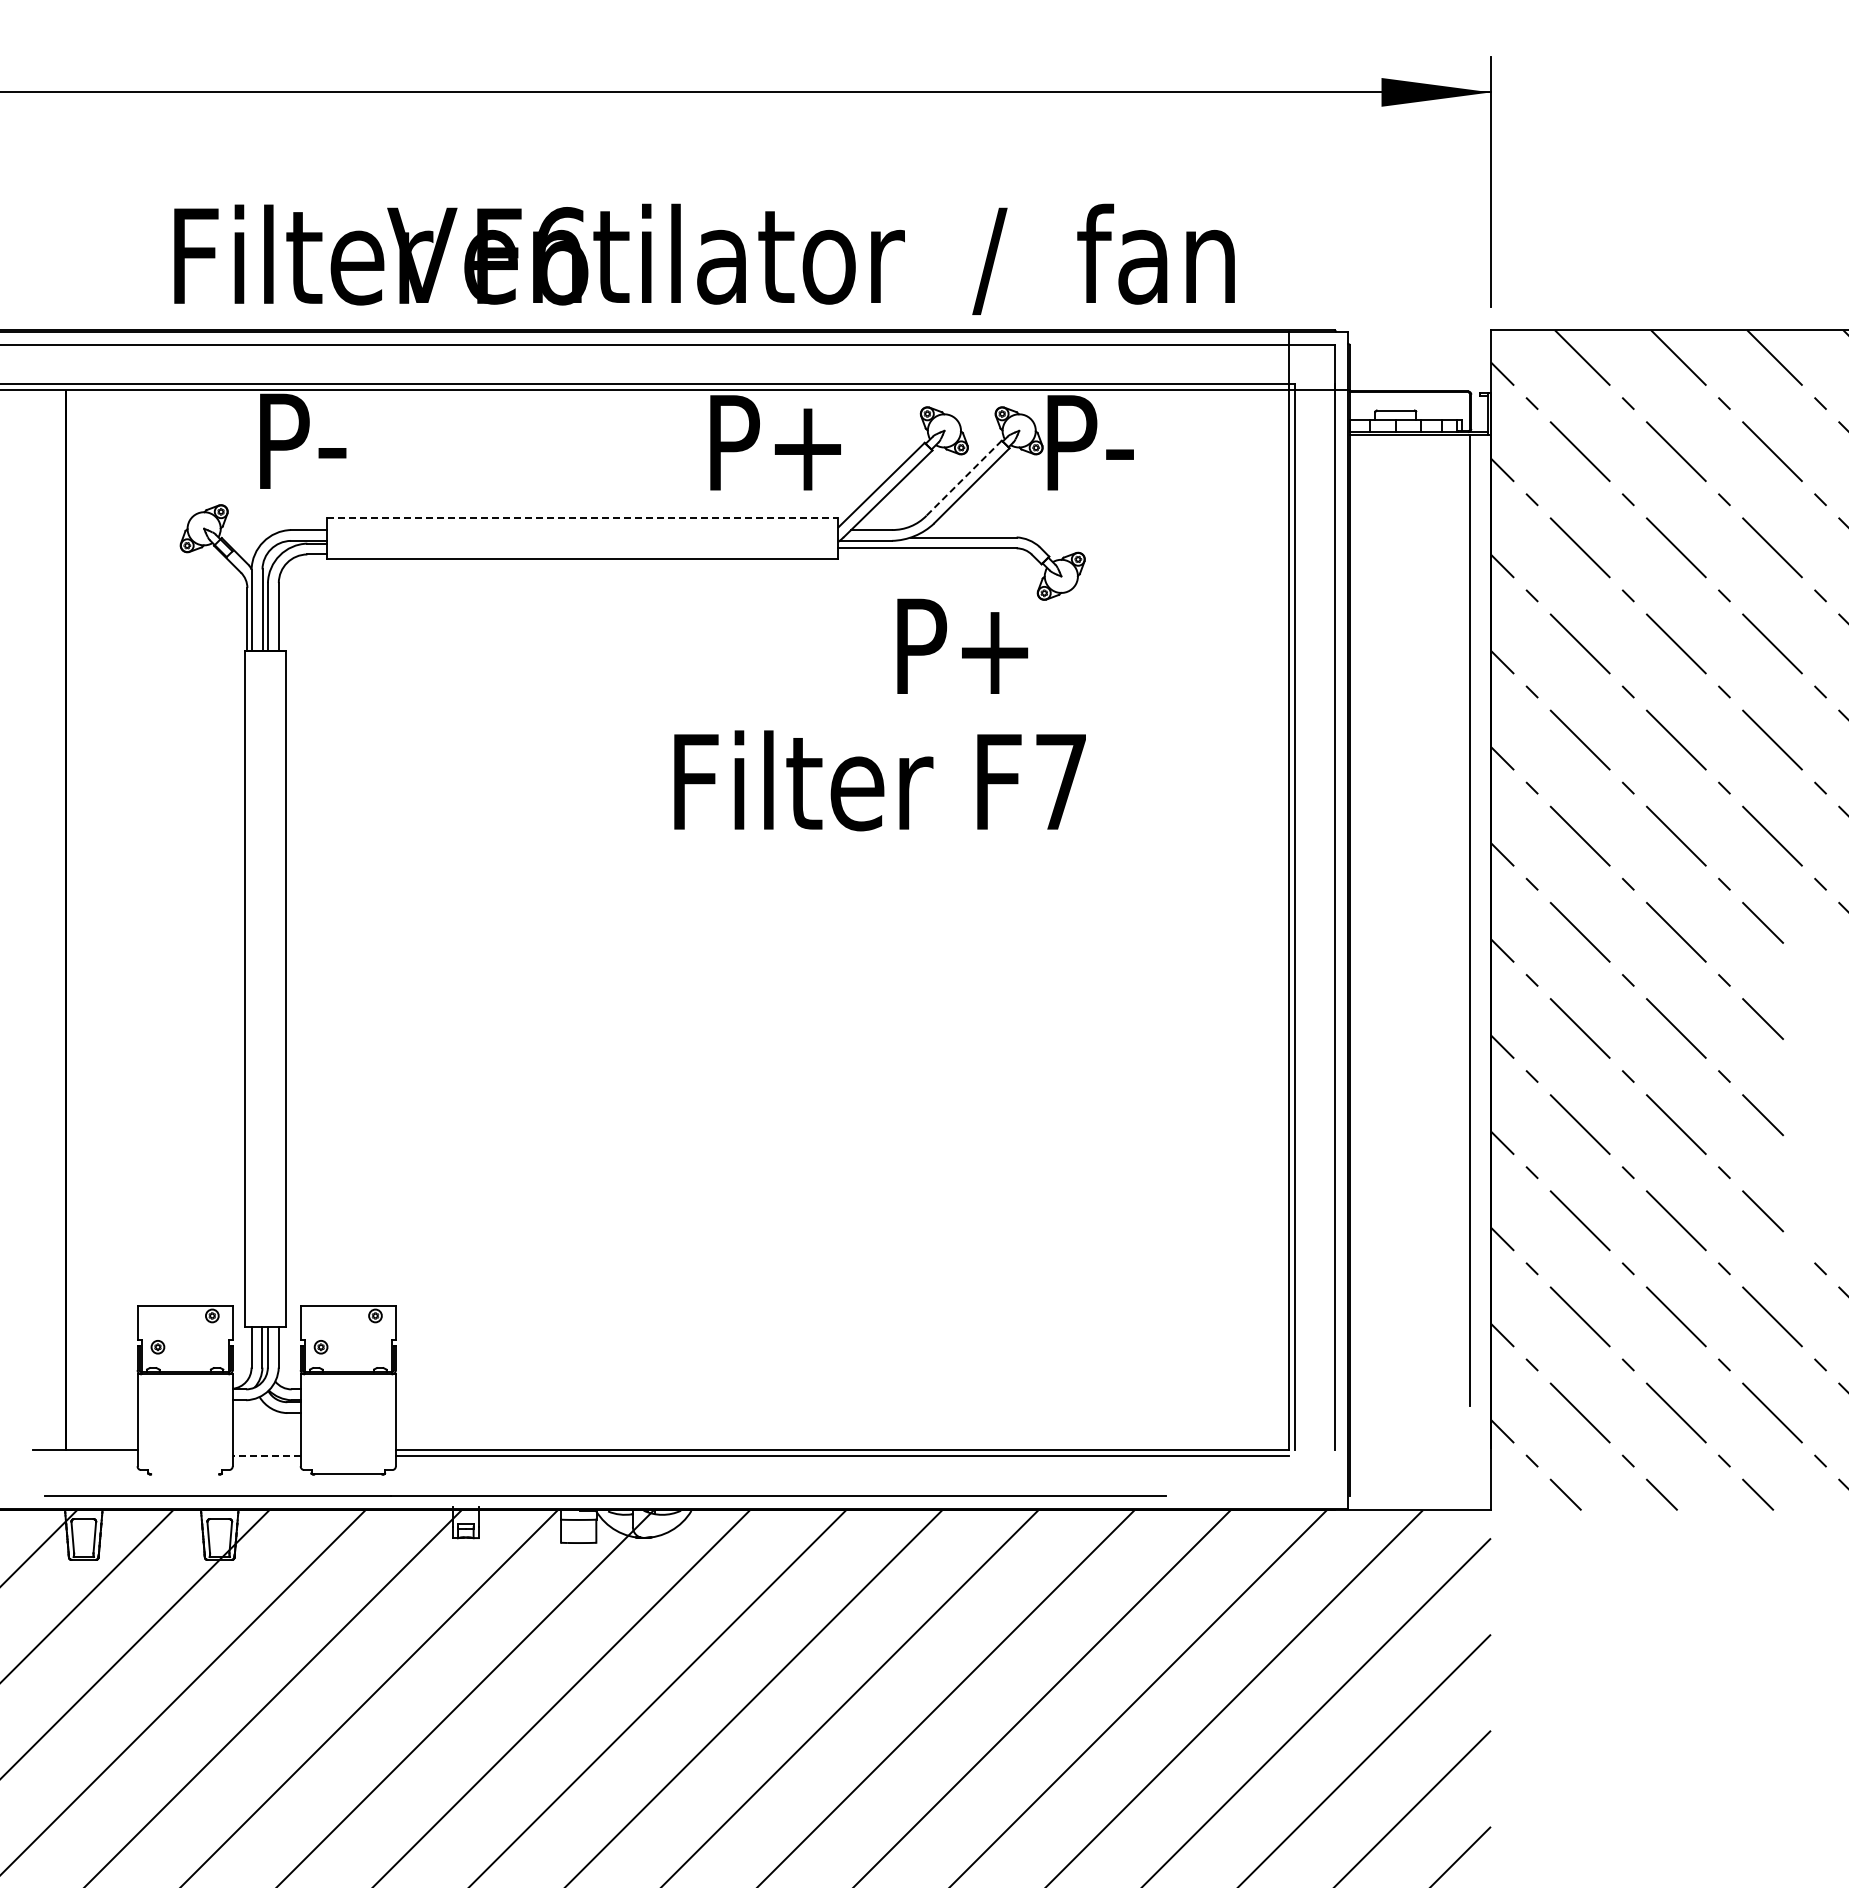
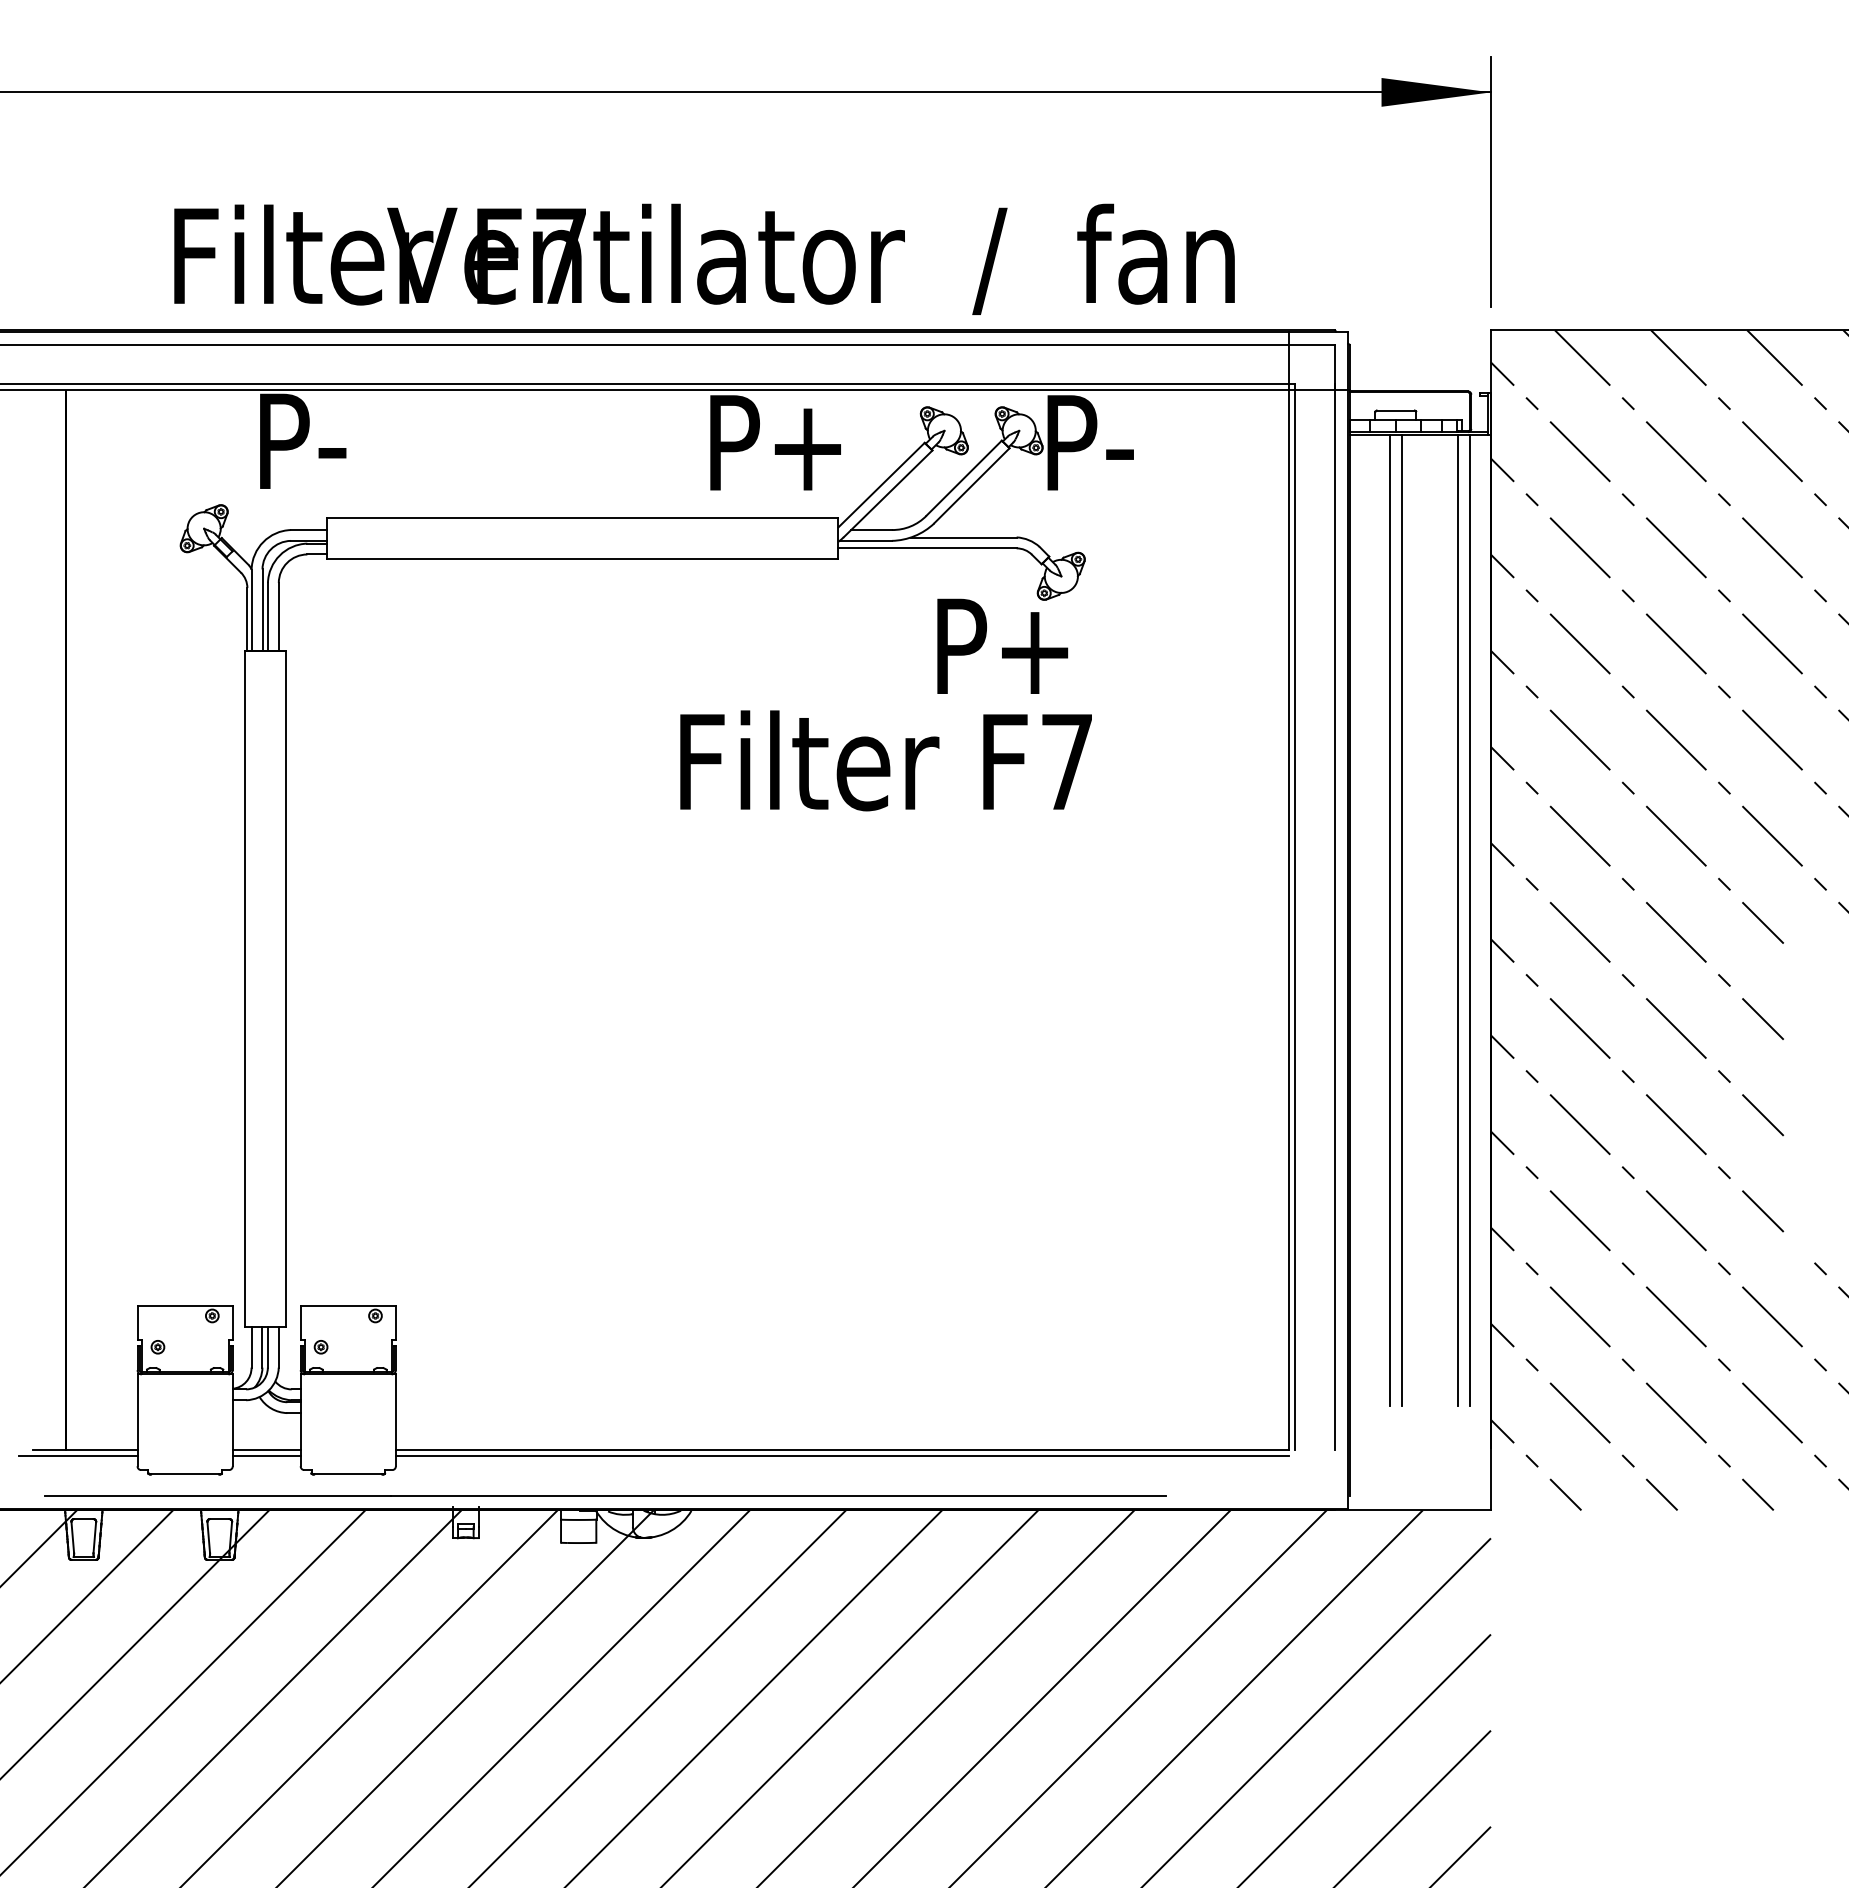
text at (562, 256): F6 -> F7
line at (963, 478): dashed -> solid
line at (582, 517): dashed -> solid
text at (962, 645) position: (962, 645) -> (1002, 645)
text at (879, 780) position: (879, 780) -> (885, 760)
line at (1389, 920): none -> present
line at (1401, 920): none -> present
line at (1457, 920): none -> present
line at (266, 1450): none -> present
line at (77, 1456): none -> present
line at (266, 1456): dashed -> solid
line at (184, 1474): none -> present
